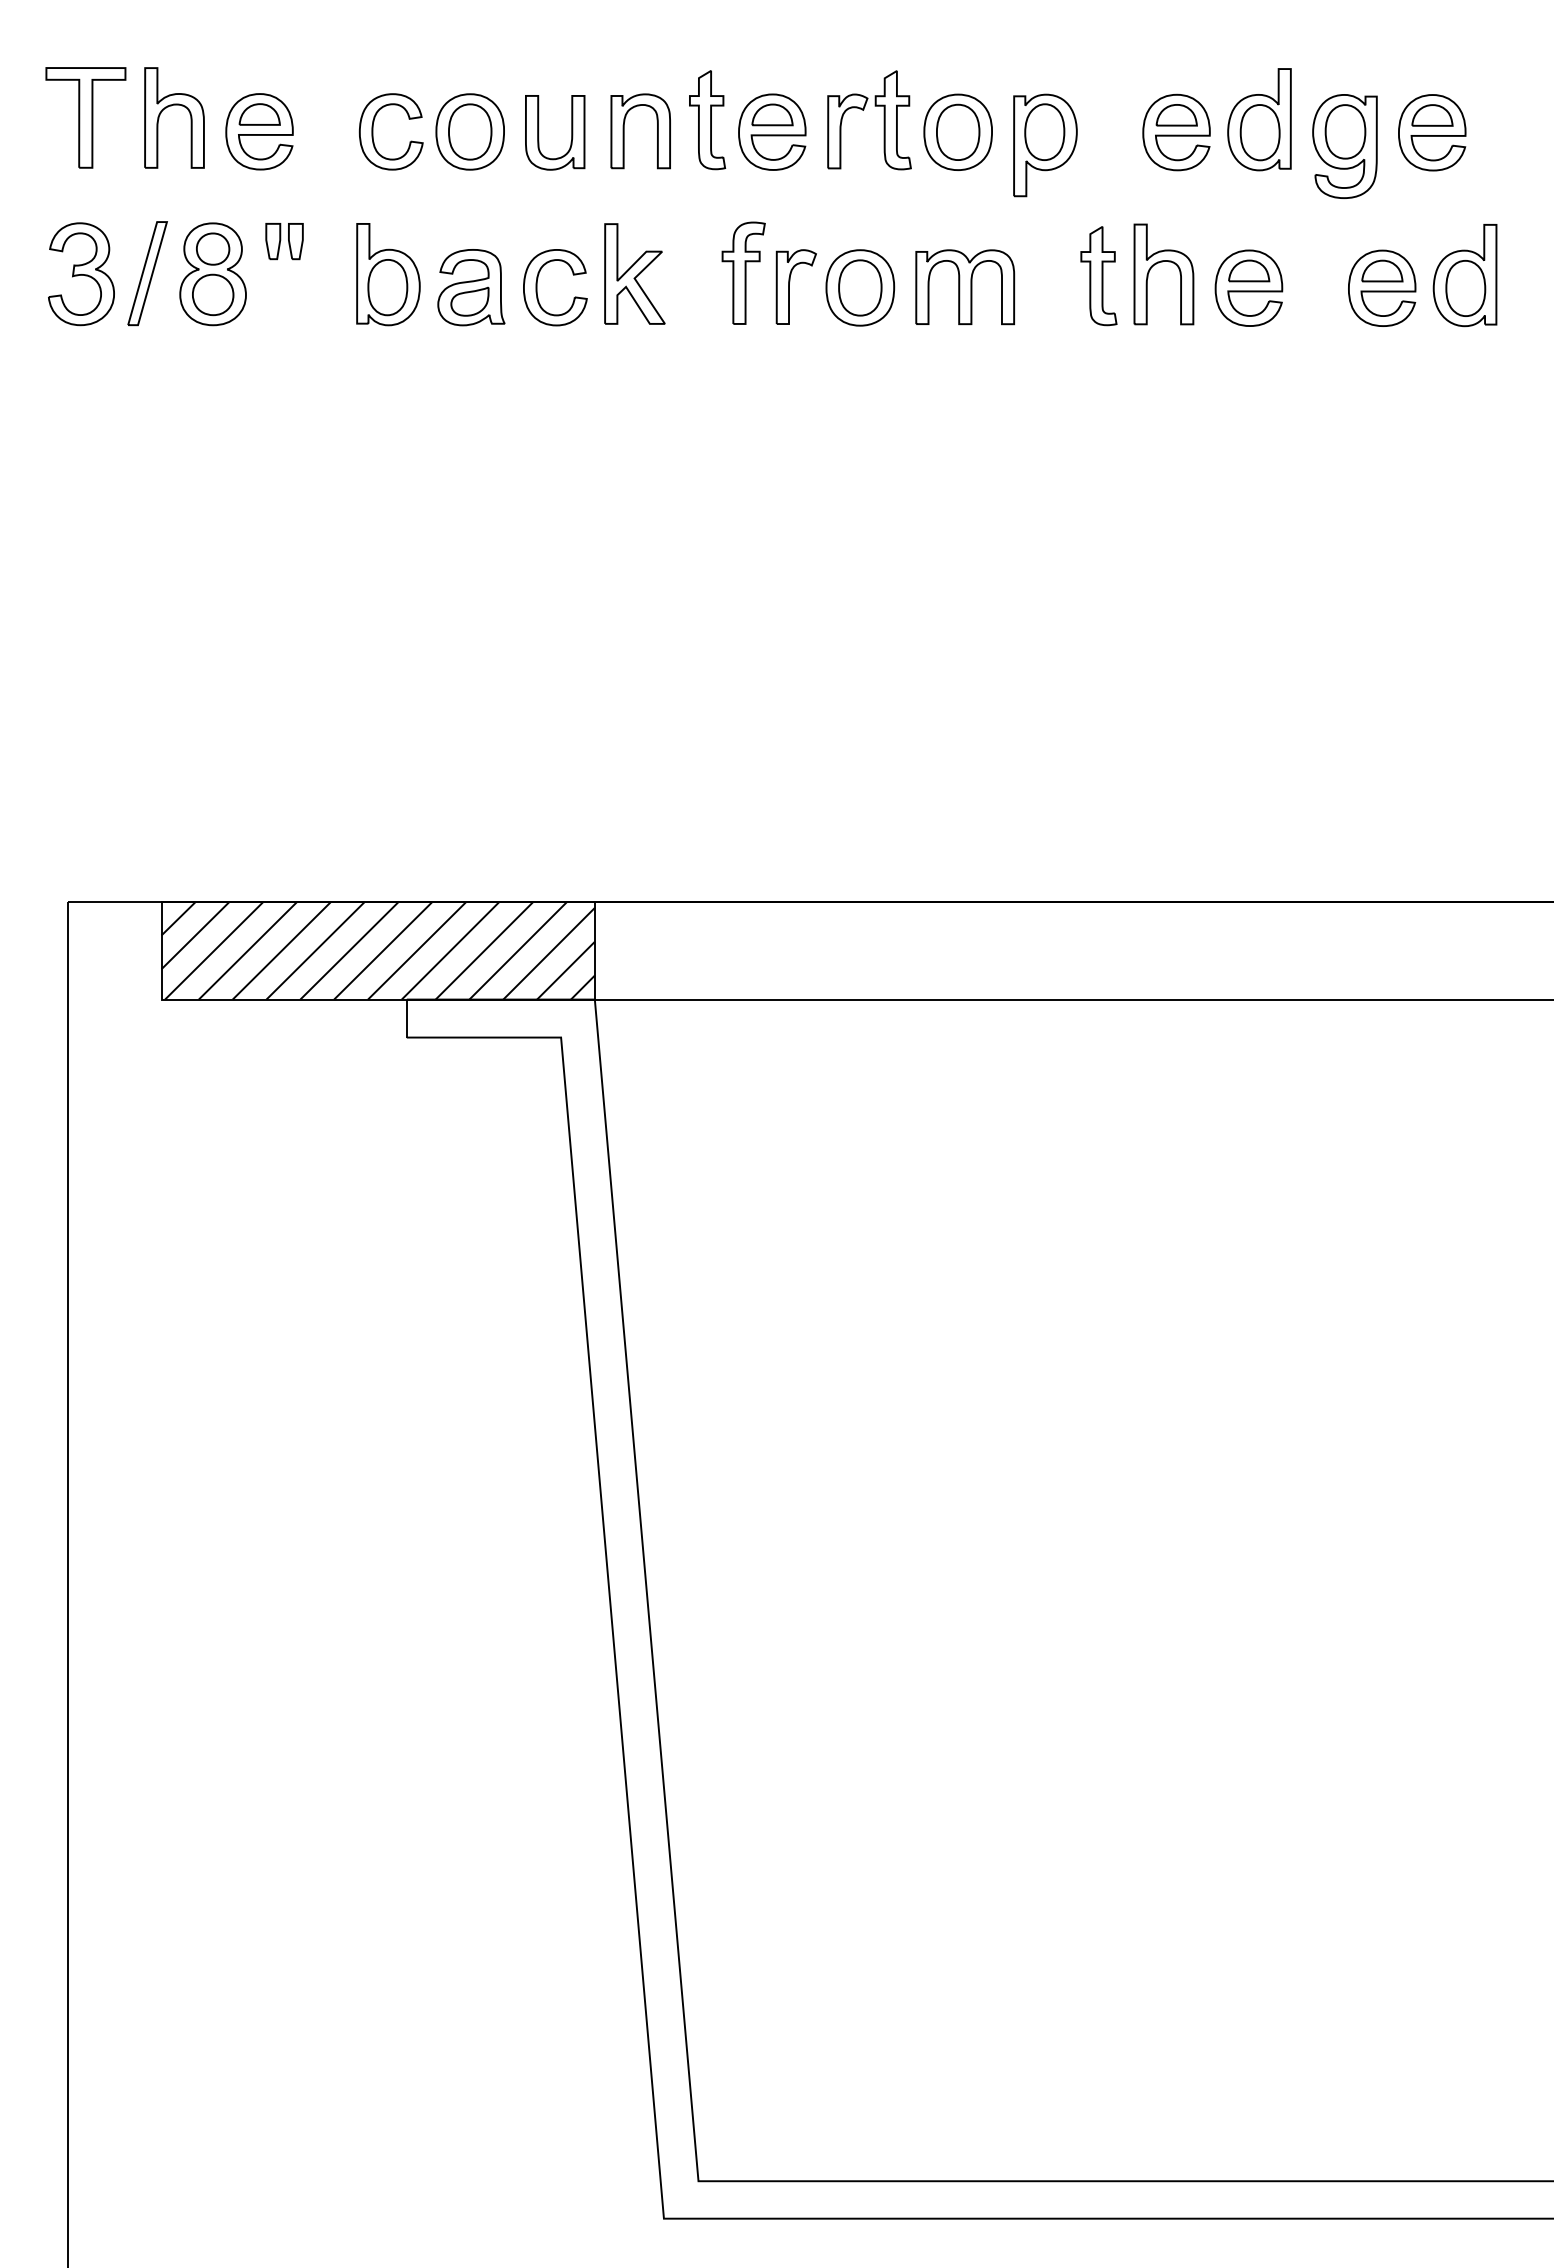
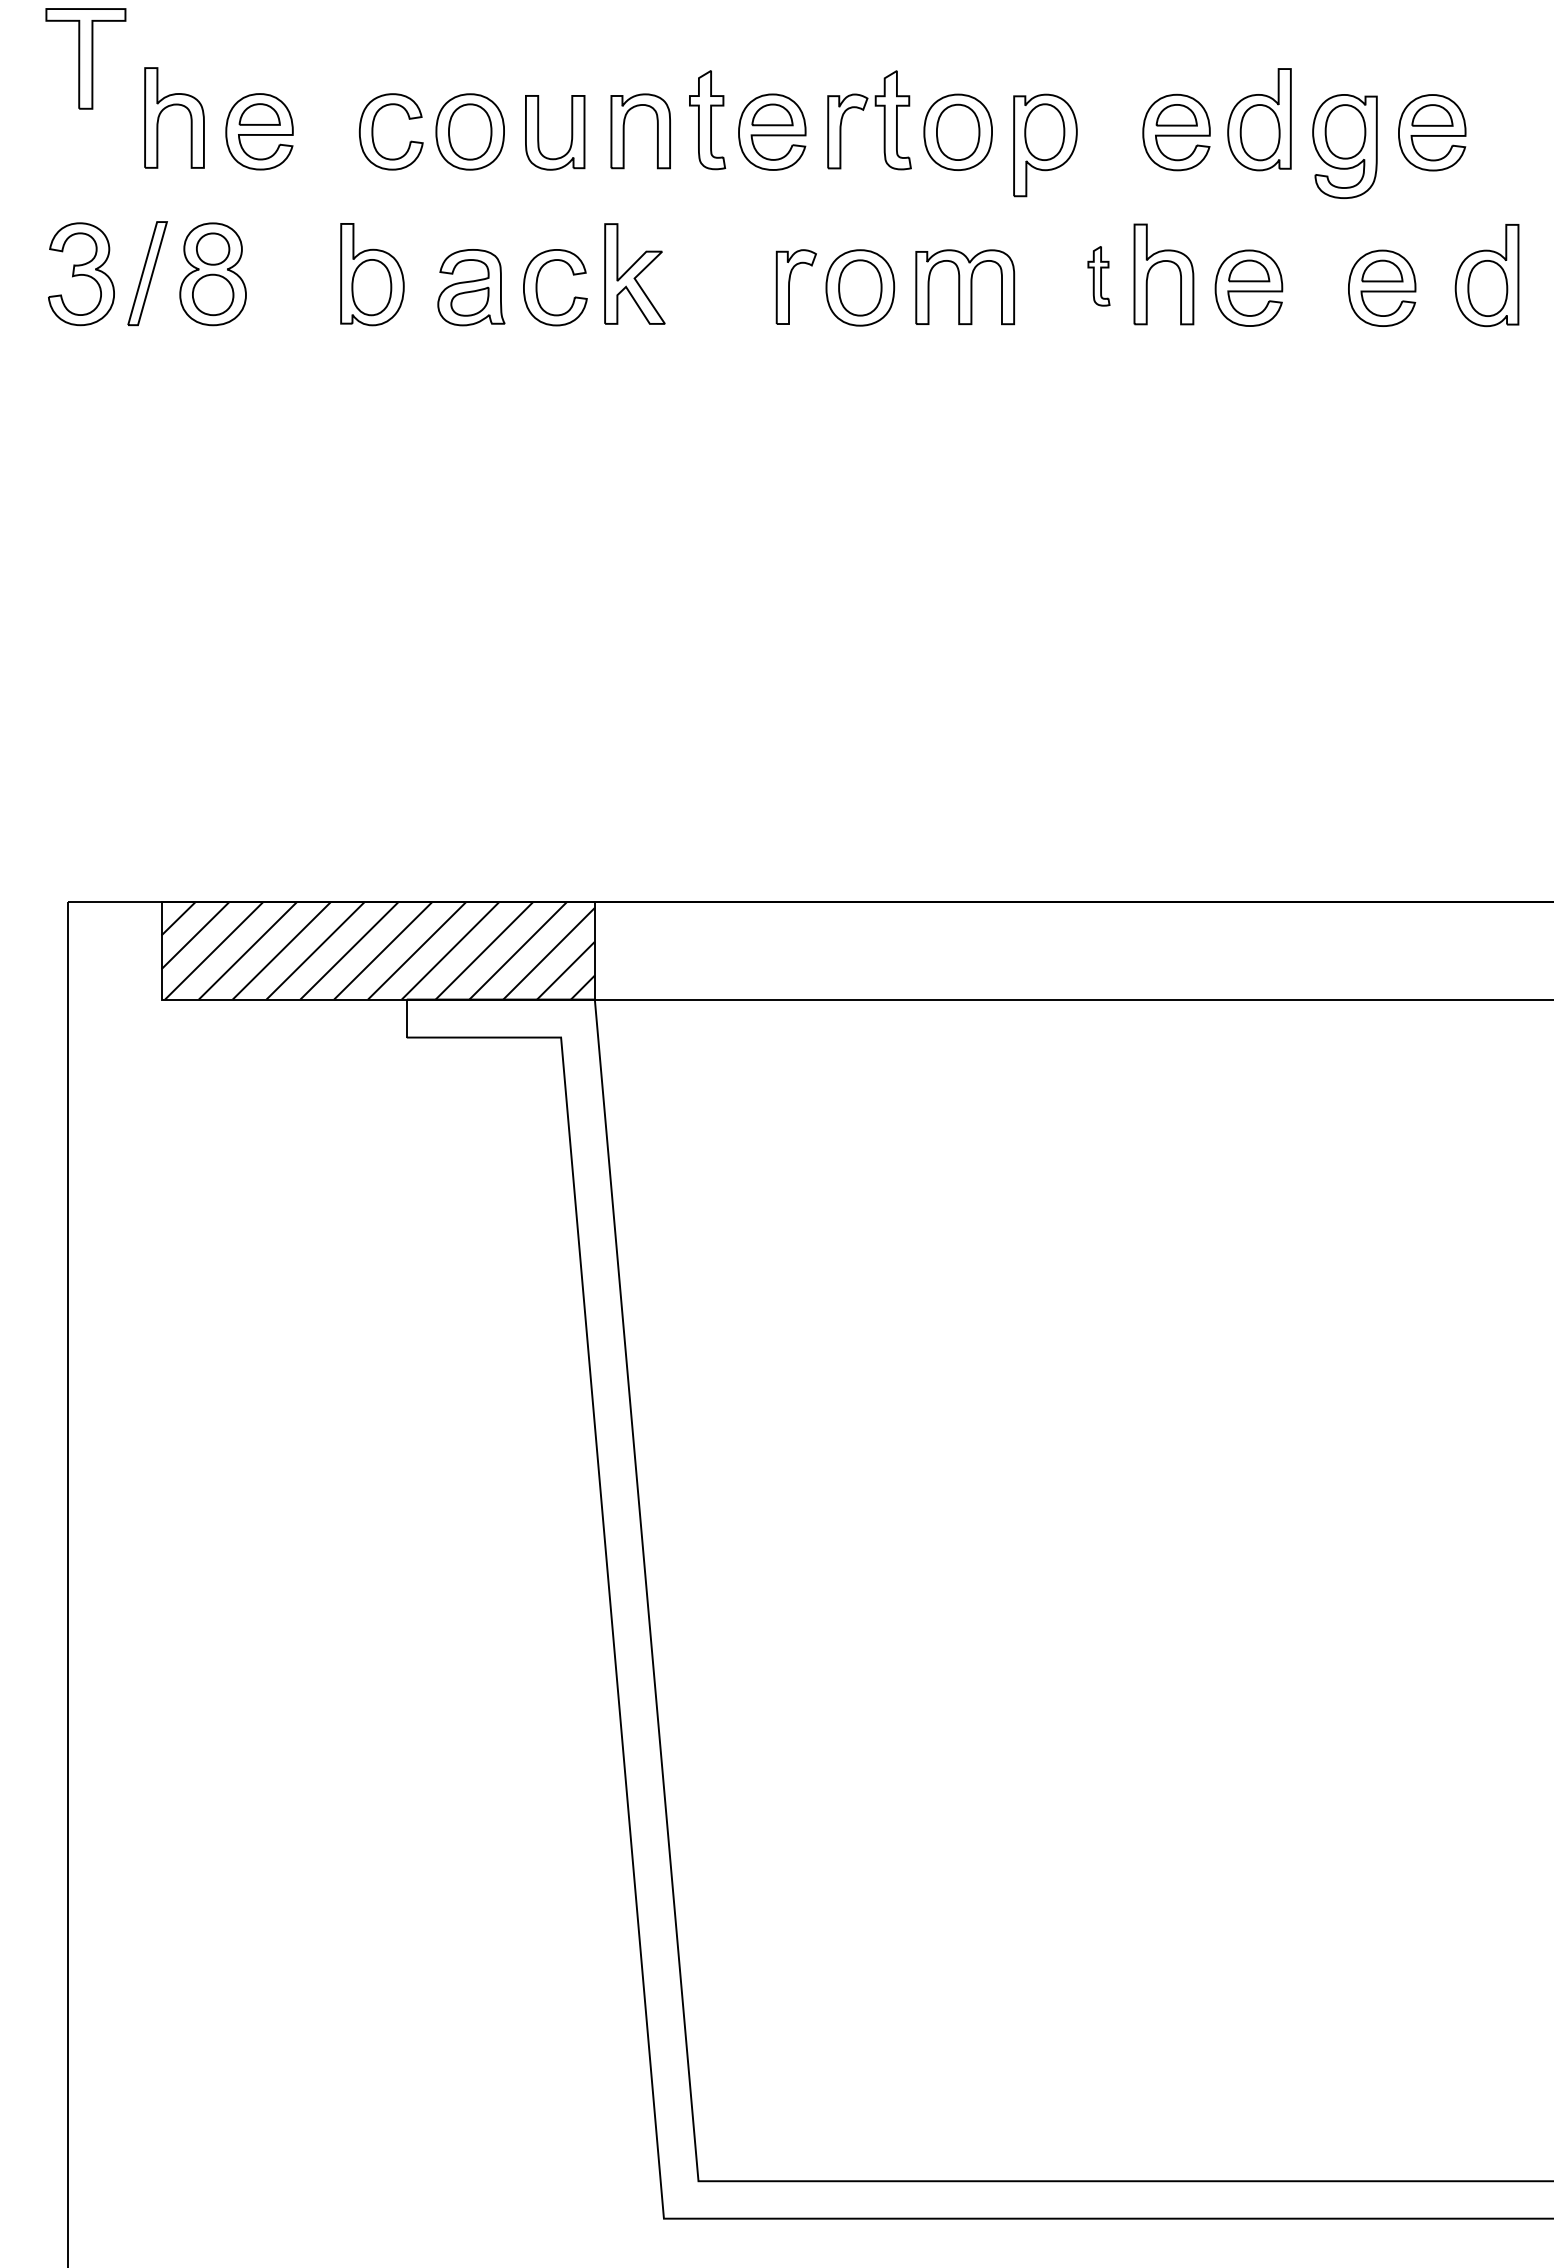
part at (85, 117) position: (85, 117) -> (85, 58)
part at (284, 241): present -> none
part at (743, 272): present -> none
part at (388, 274) position: (388, 274) -> (372, 274)
part at (1464, 275) position: (1464, 275) -> (1486, 275)
part at (1098, 276) size: 38x101 px -> 24x61 px
